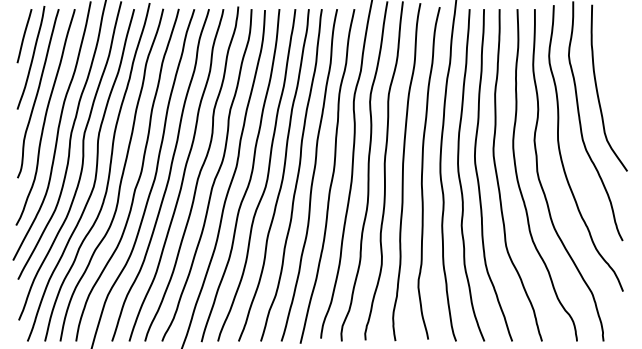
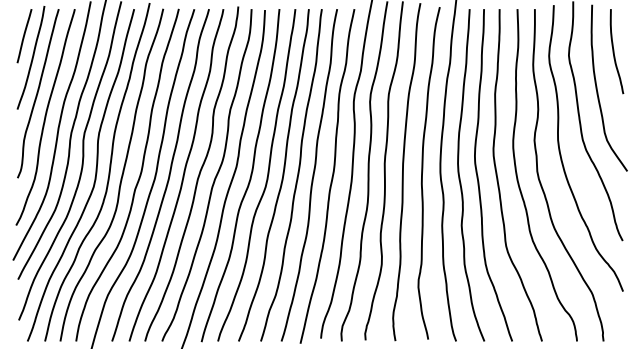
curve at (614, 51): none -> present
